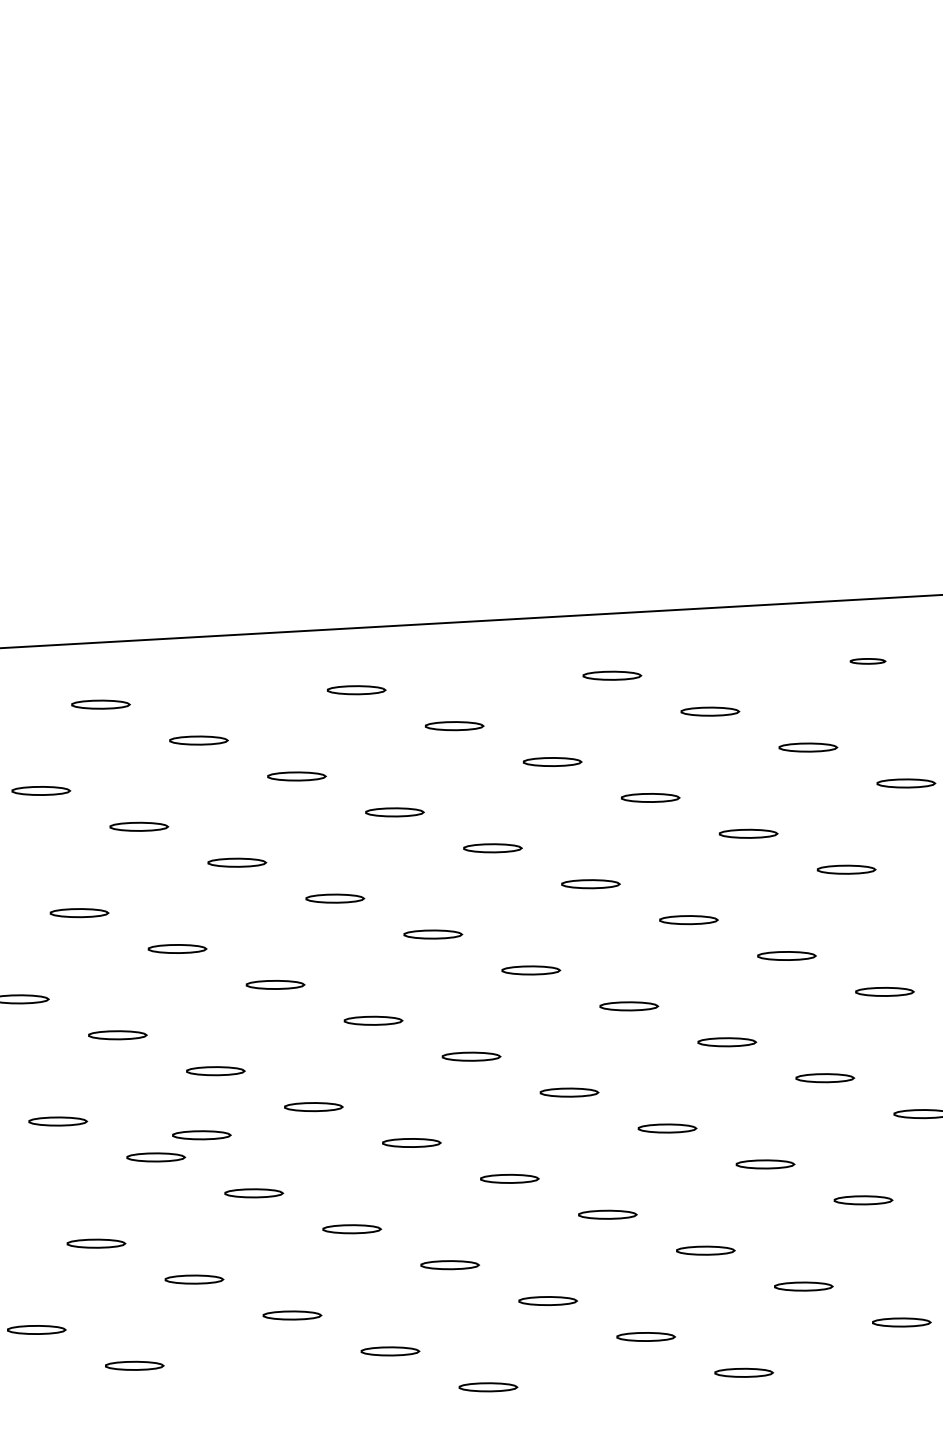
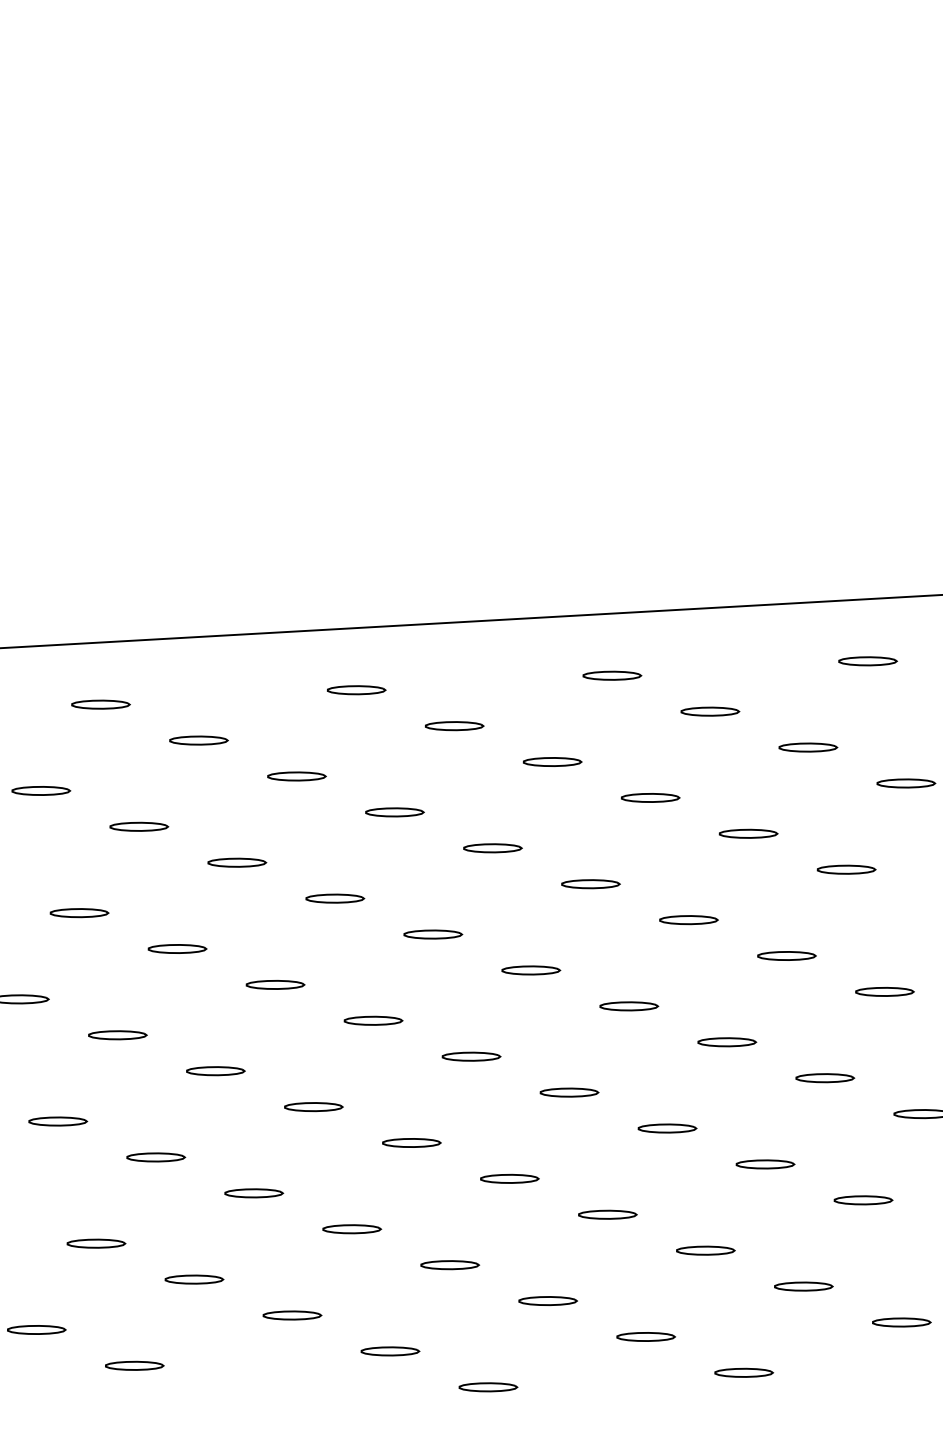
part at (867, 661) size: 38x7 px -> 60x11 px
part at (201, 1135): present -> none
